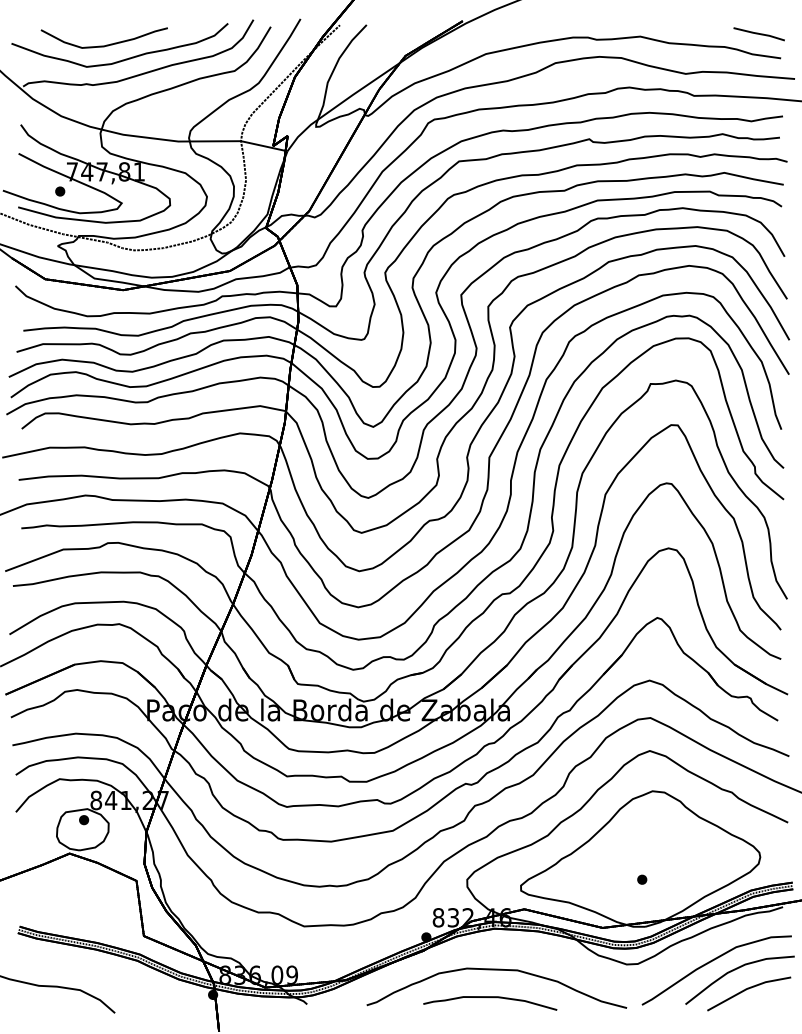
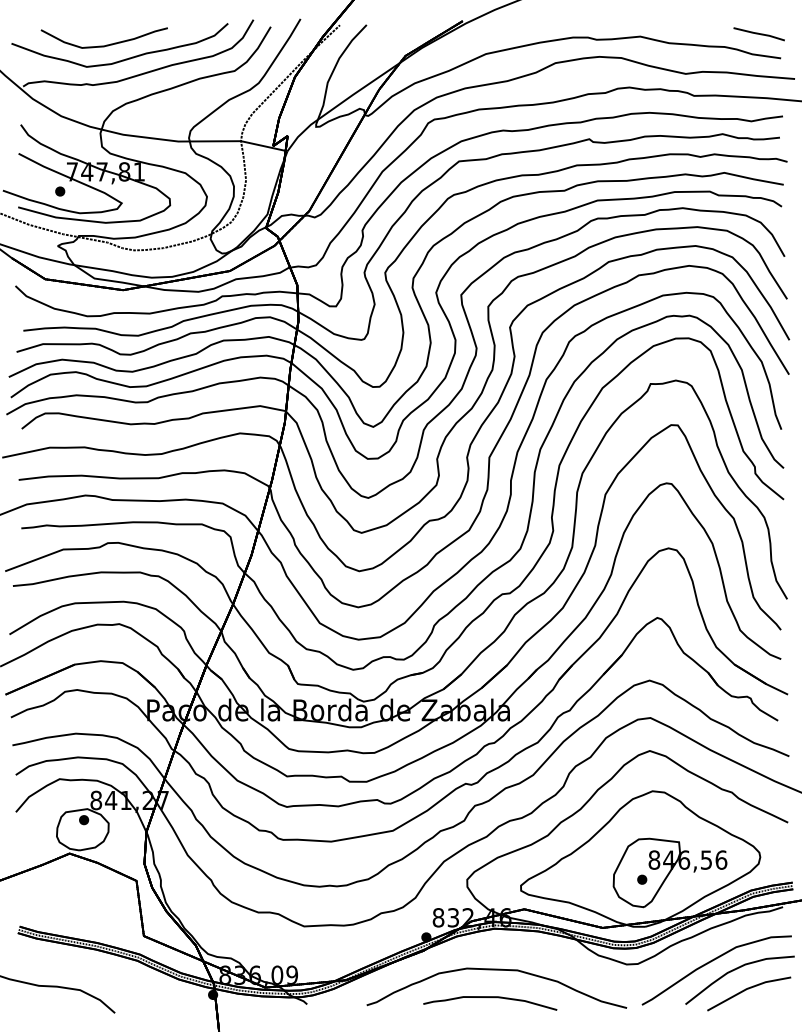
part at (669, 872): none -> present
